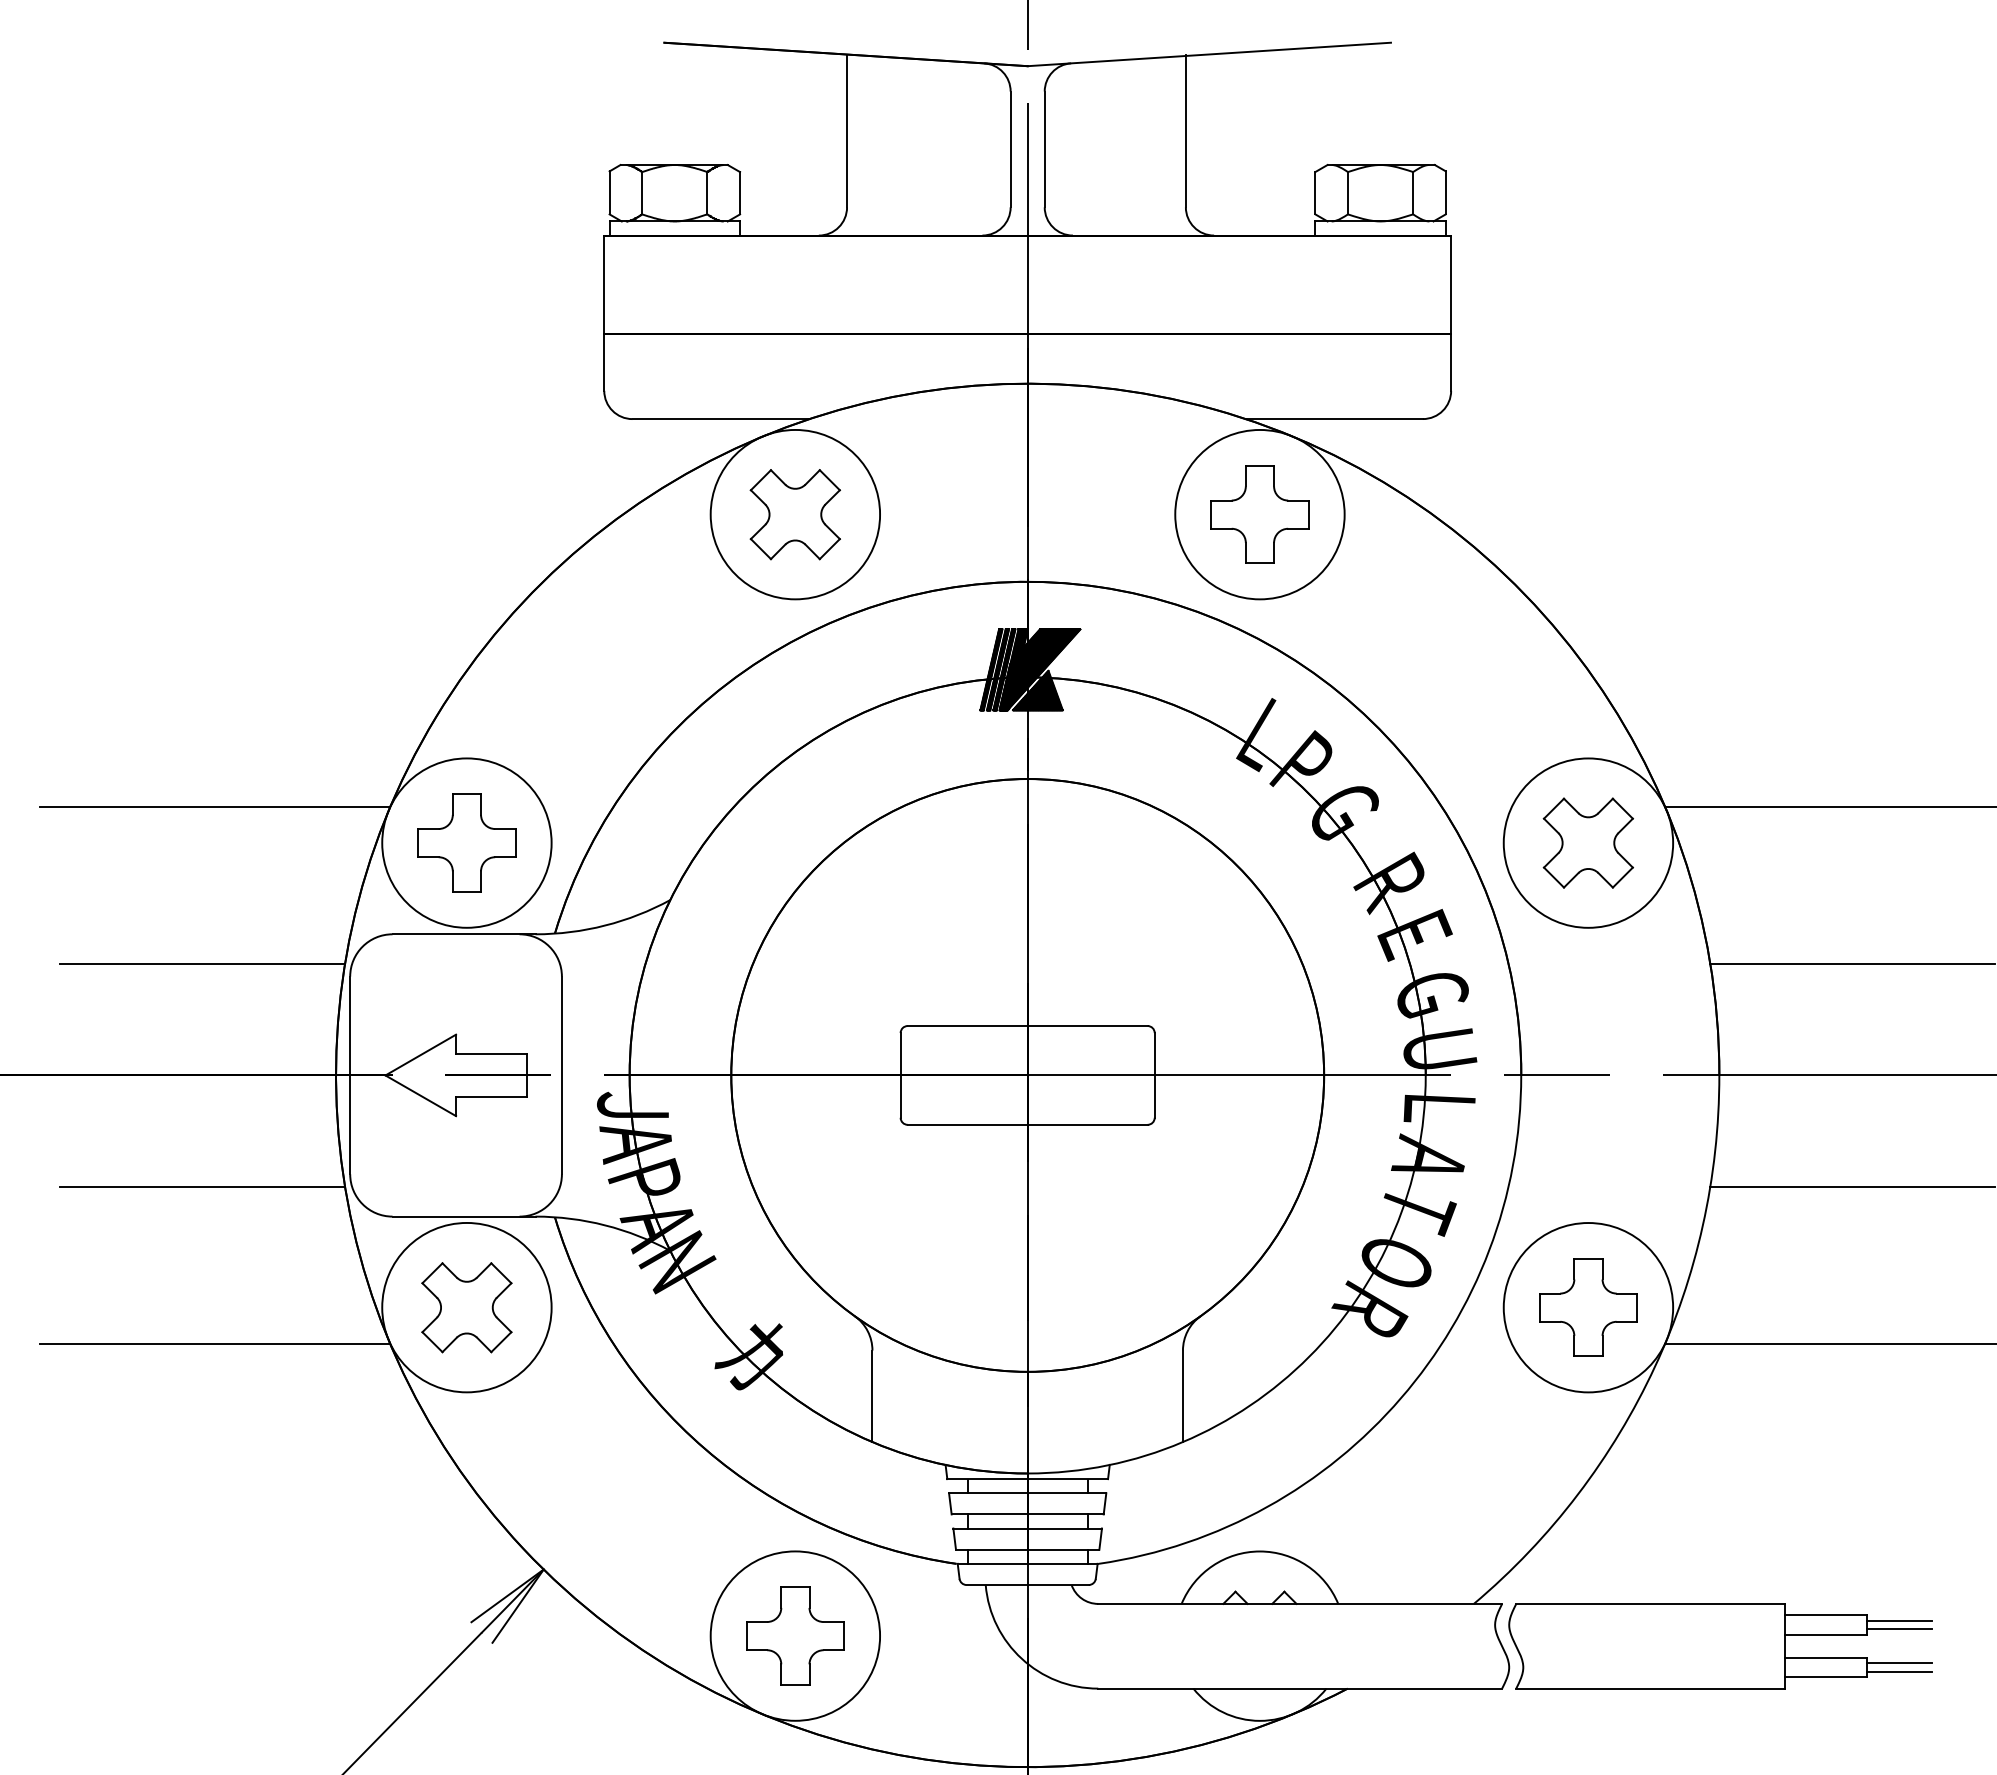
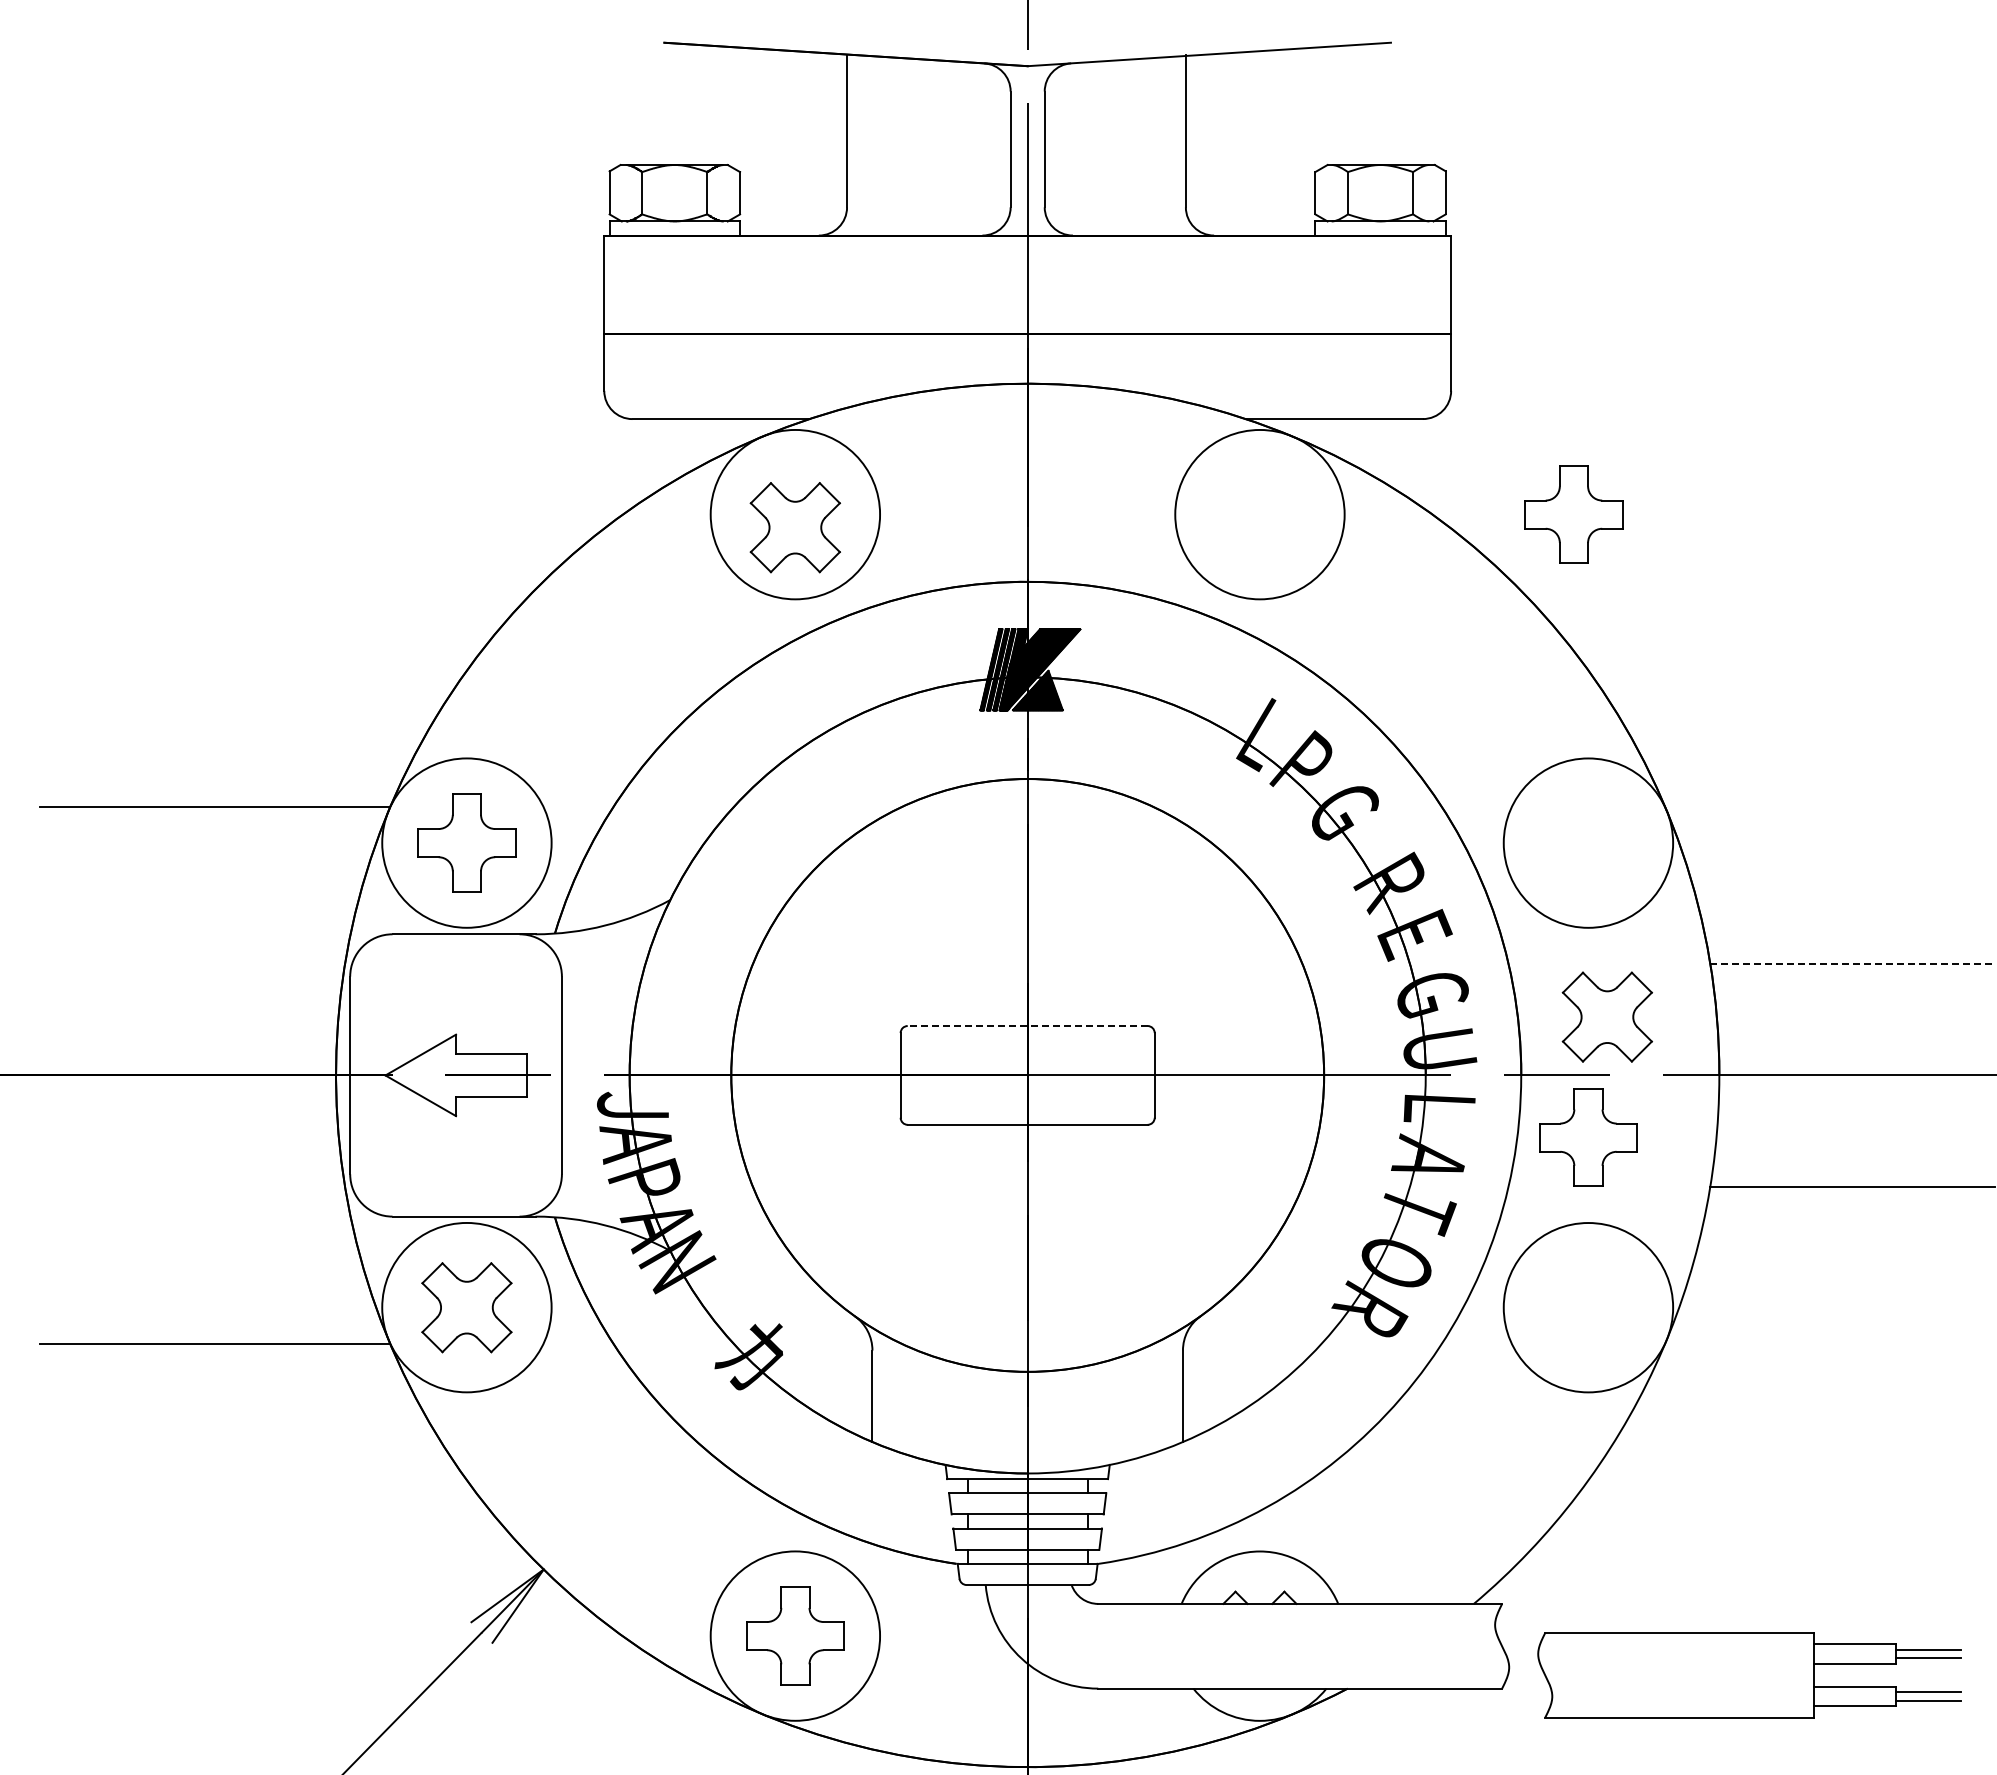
part at (794, 514) position: (794, 514) -> (794, 527)
part at (1259, 514) position: (1259, 514) -> (1573, 514)
line at (1829, 807): present -> none
part at (1587, 842) position: (1587, 842) -> (1606, 1016)
line at (202, 963): present -> none
line at (1852, 963): solid -> dashed
line at (1027, 1026): solid -> dashed
line at (202, 1186): present -> none
part at (1588, 1307) position: (1588, 1307) -> (1588, 1137)
line at (1829, 1343): present -> none
part at (1720, 1646) position: (1720, 1646) -> (1749, 1675)
